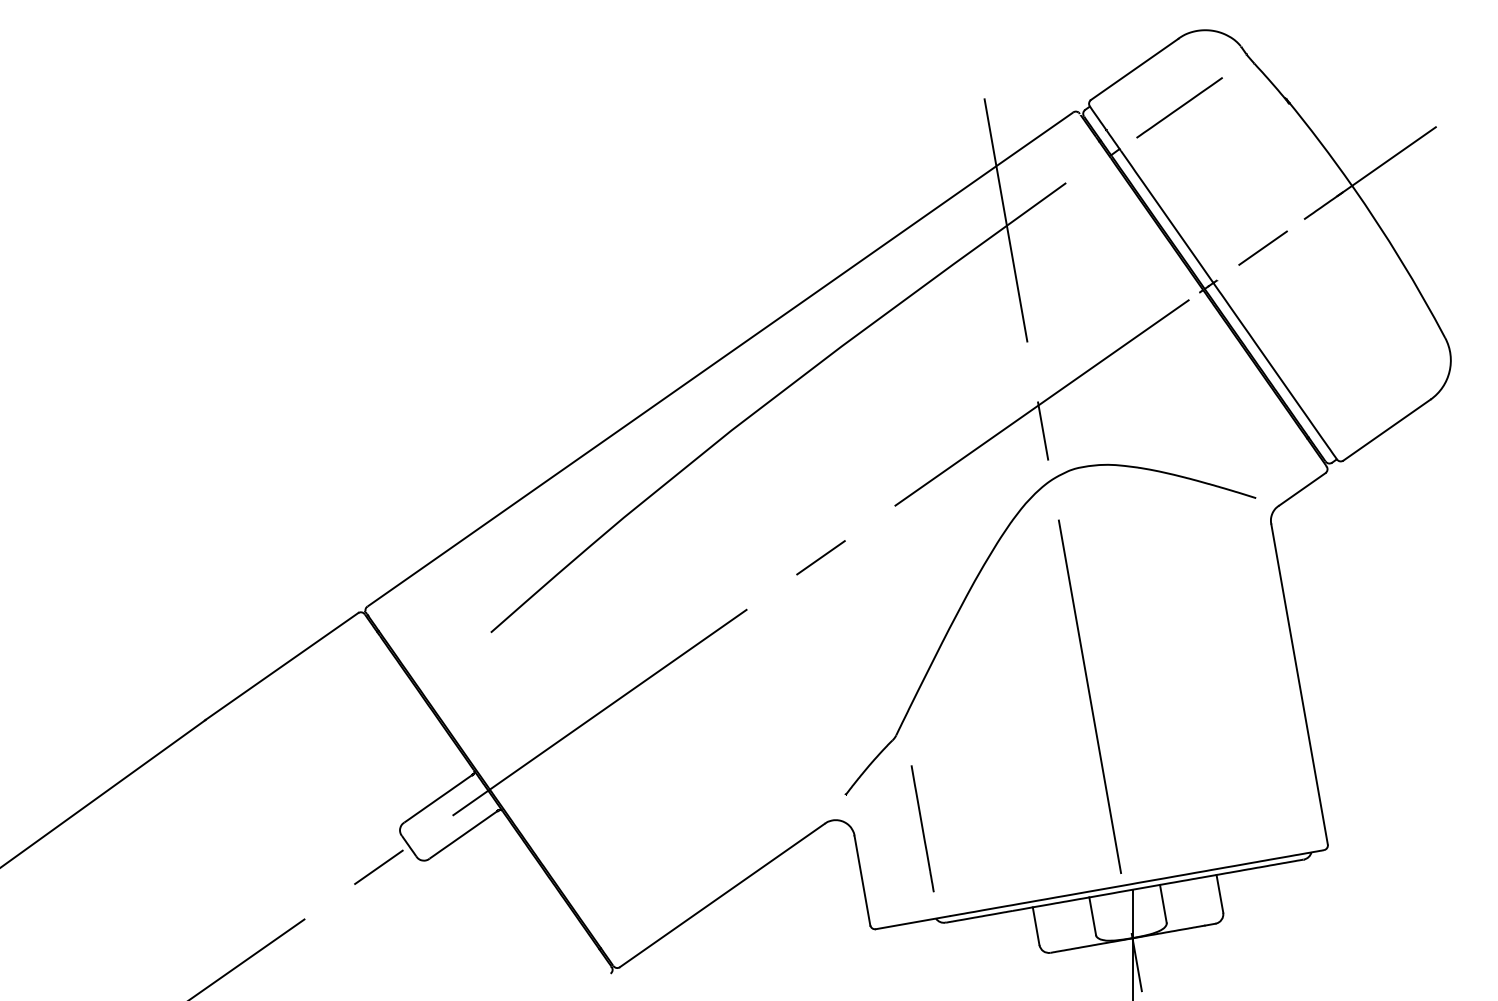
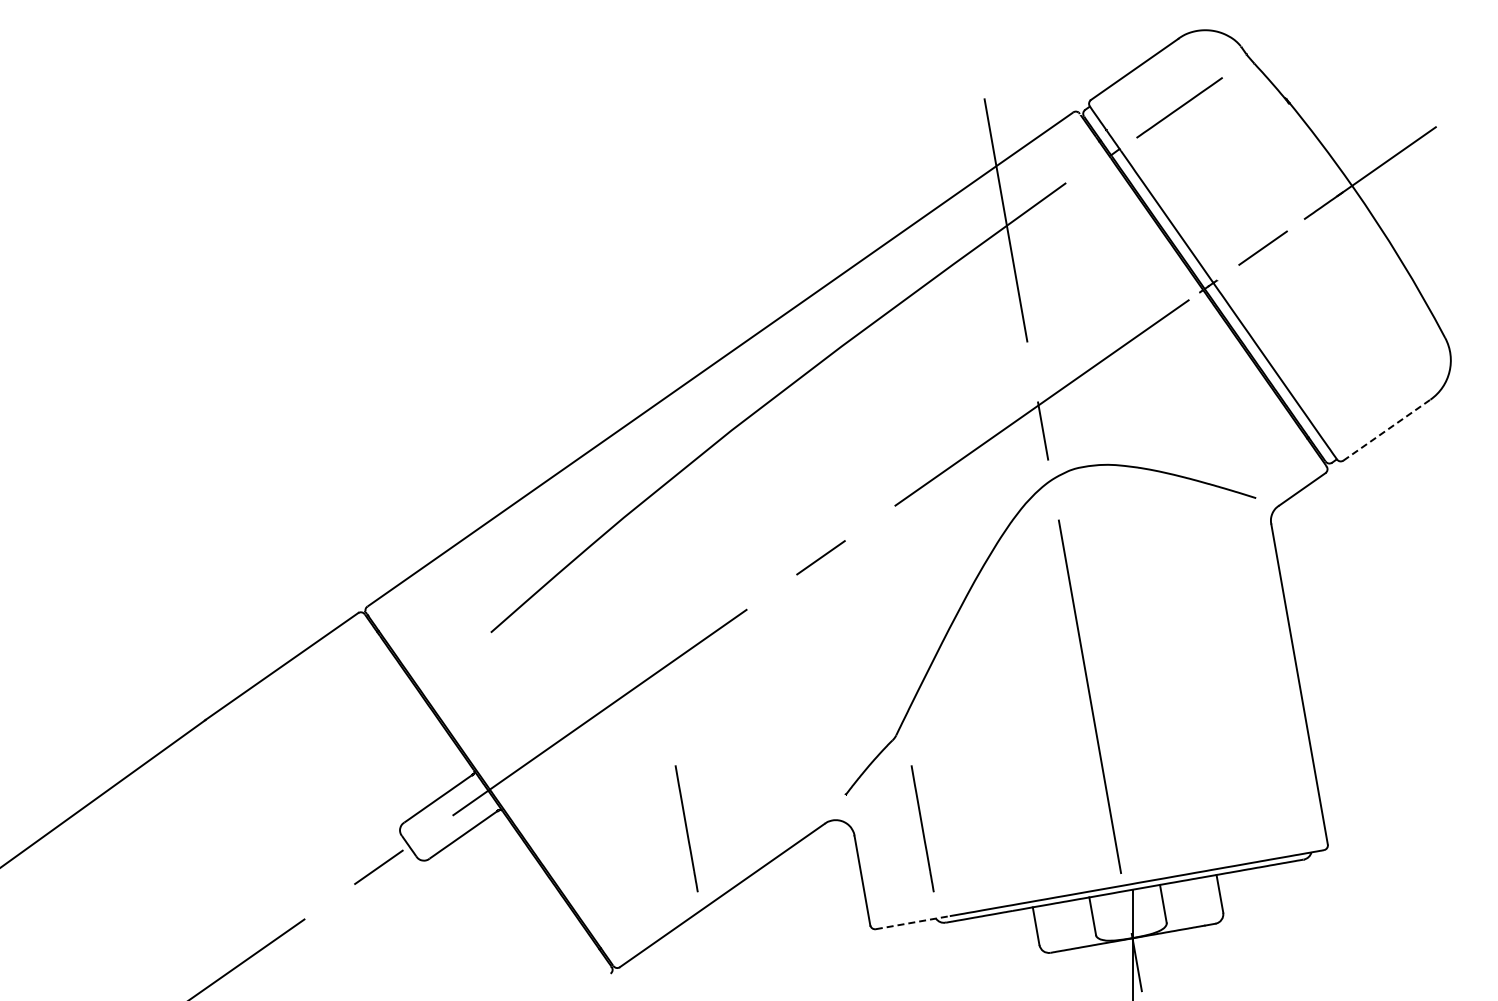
line at (1387, 429): solid -> dashed
line at (686, 828): none -> present
line at (912, 922): solid -> dashed
